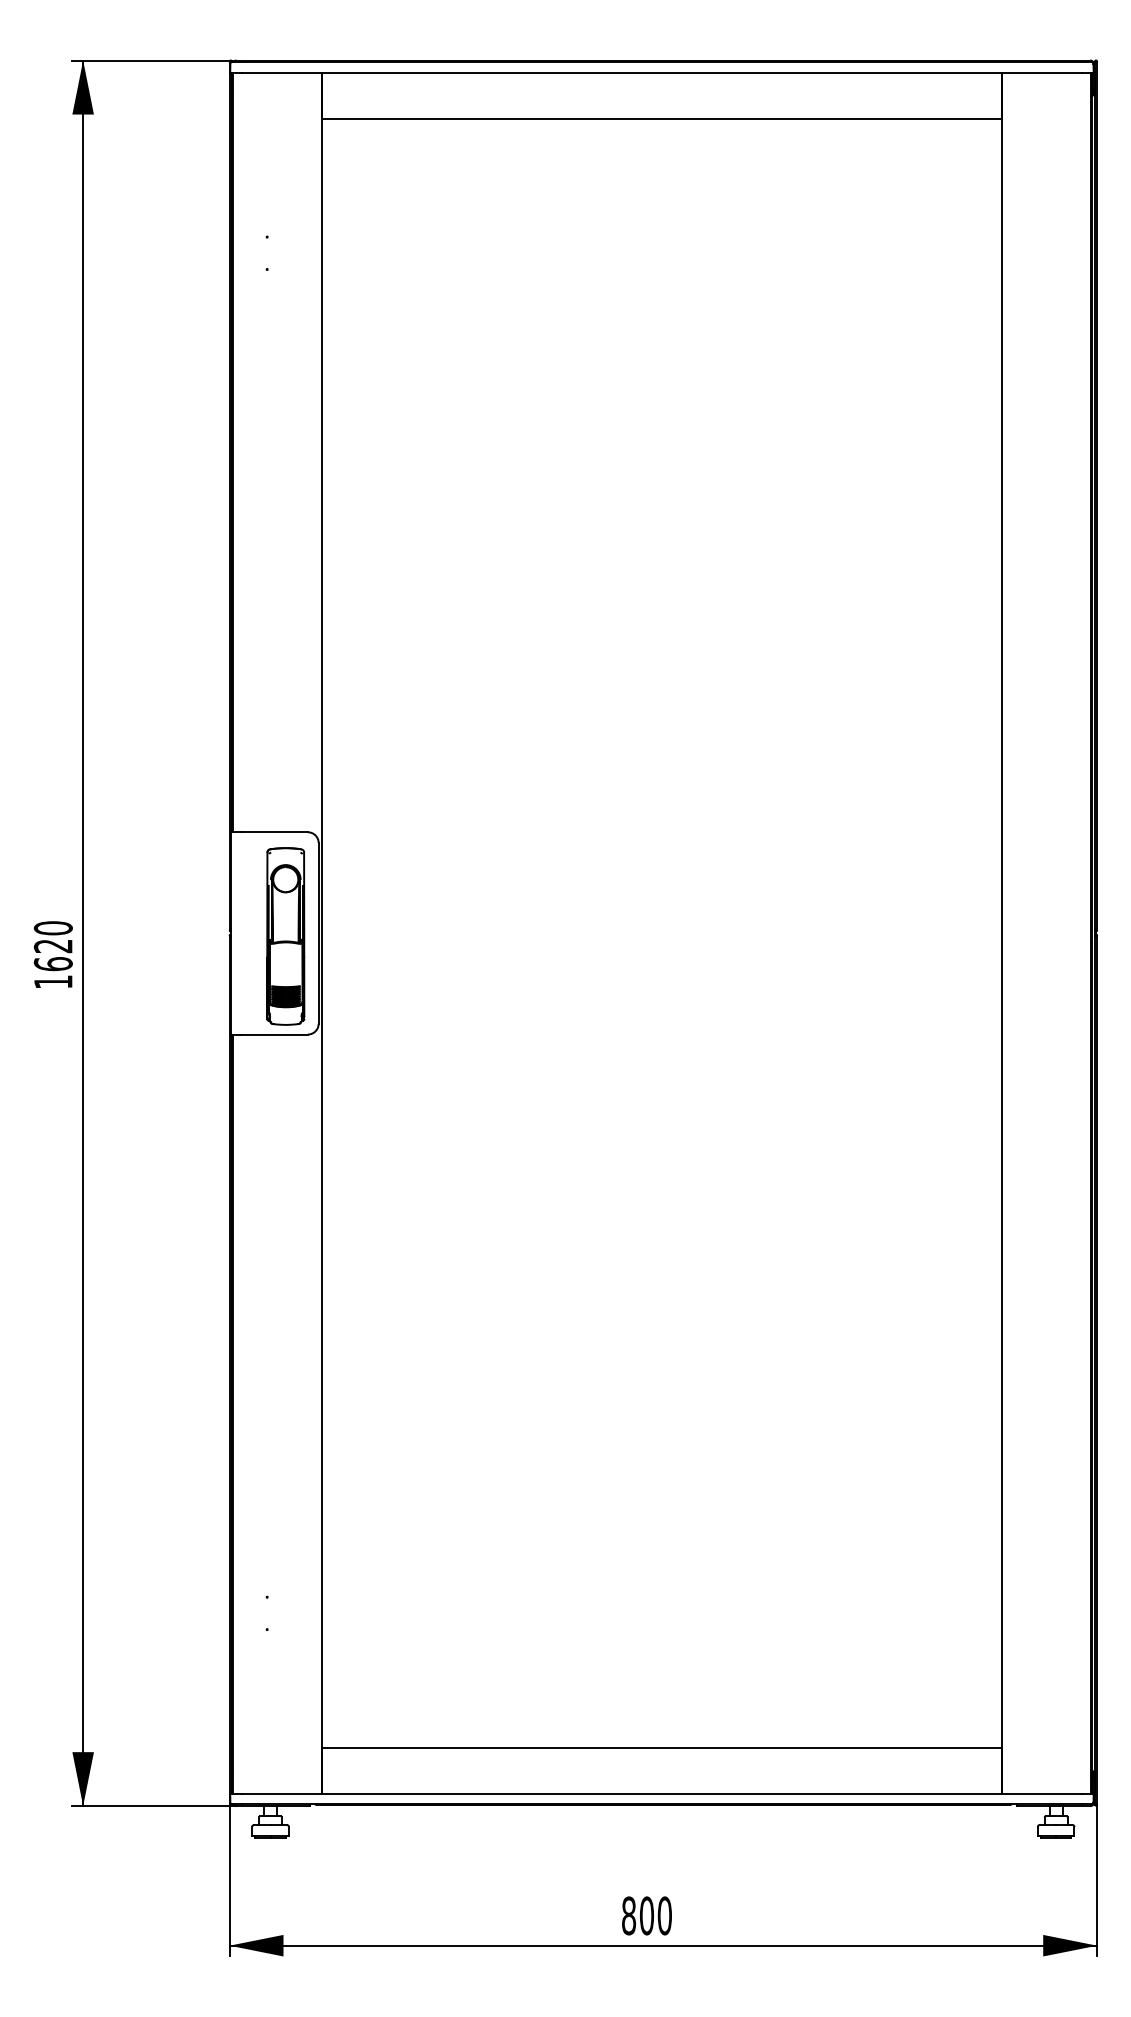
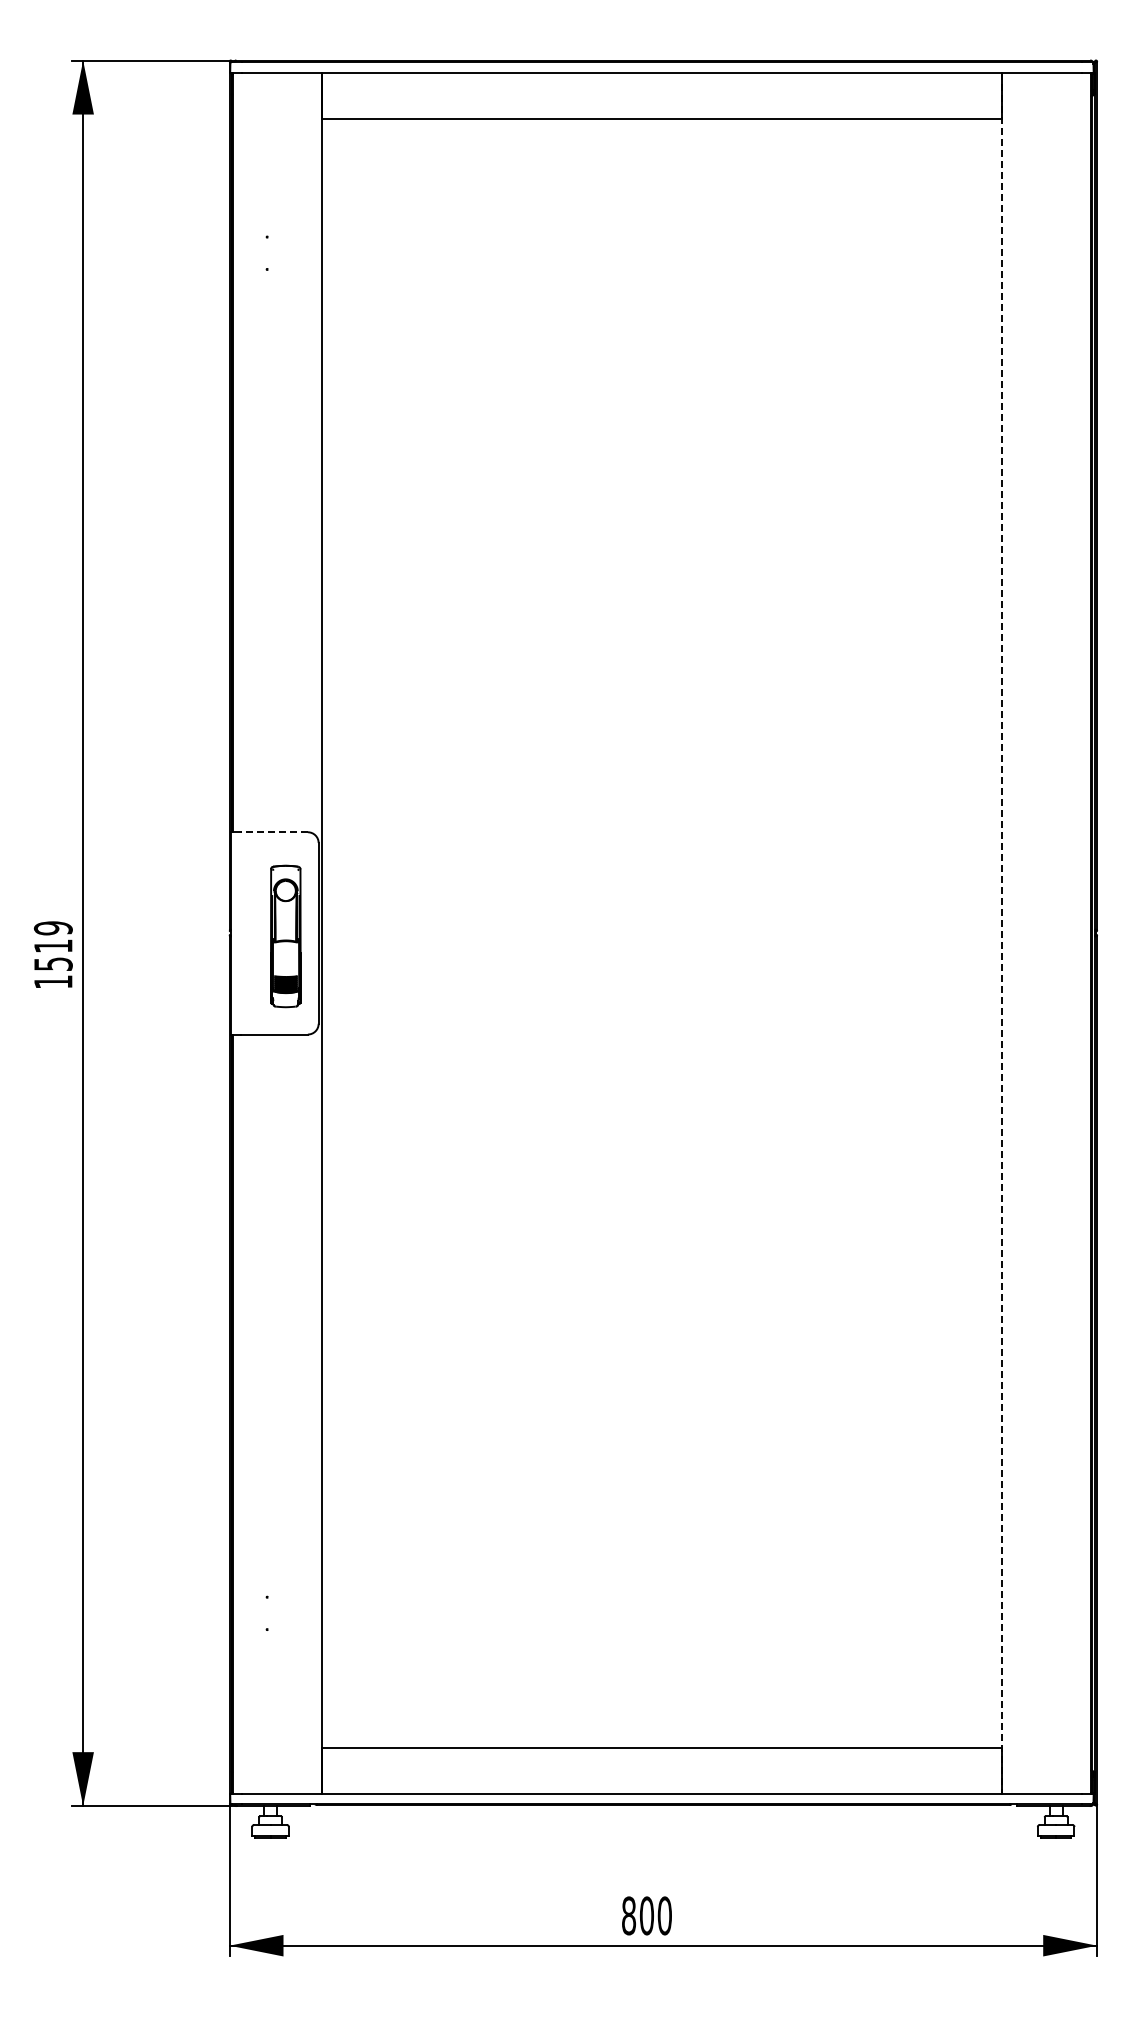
line at (274, 832): solid -> dashed
line at (1002, 933): solid -> dashed
part at (285, 936) size: 40x179 px -> 32x145 px
text at (52, 946): 1620 -> 1519
